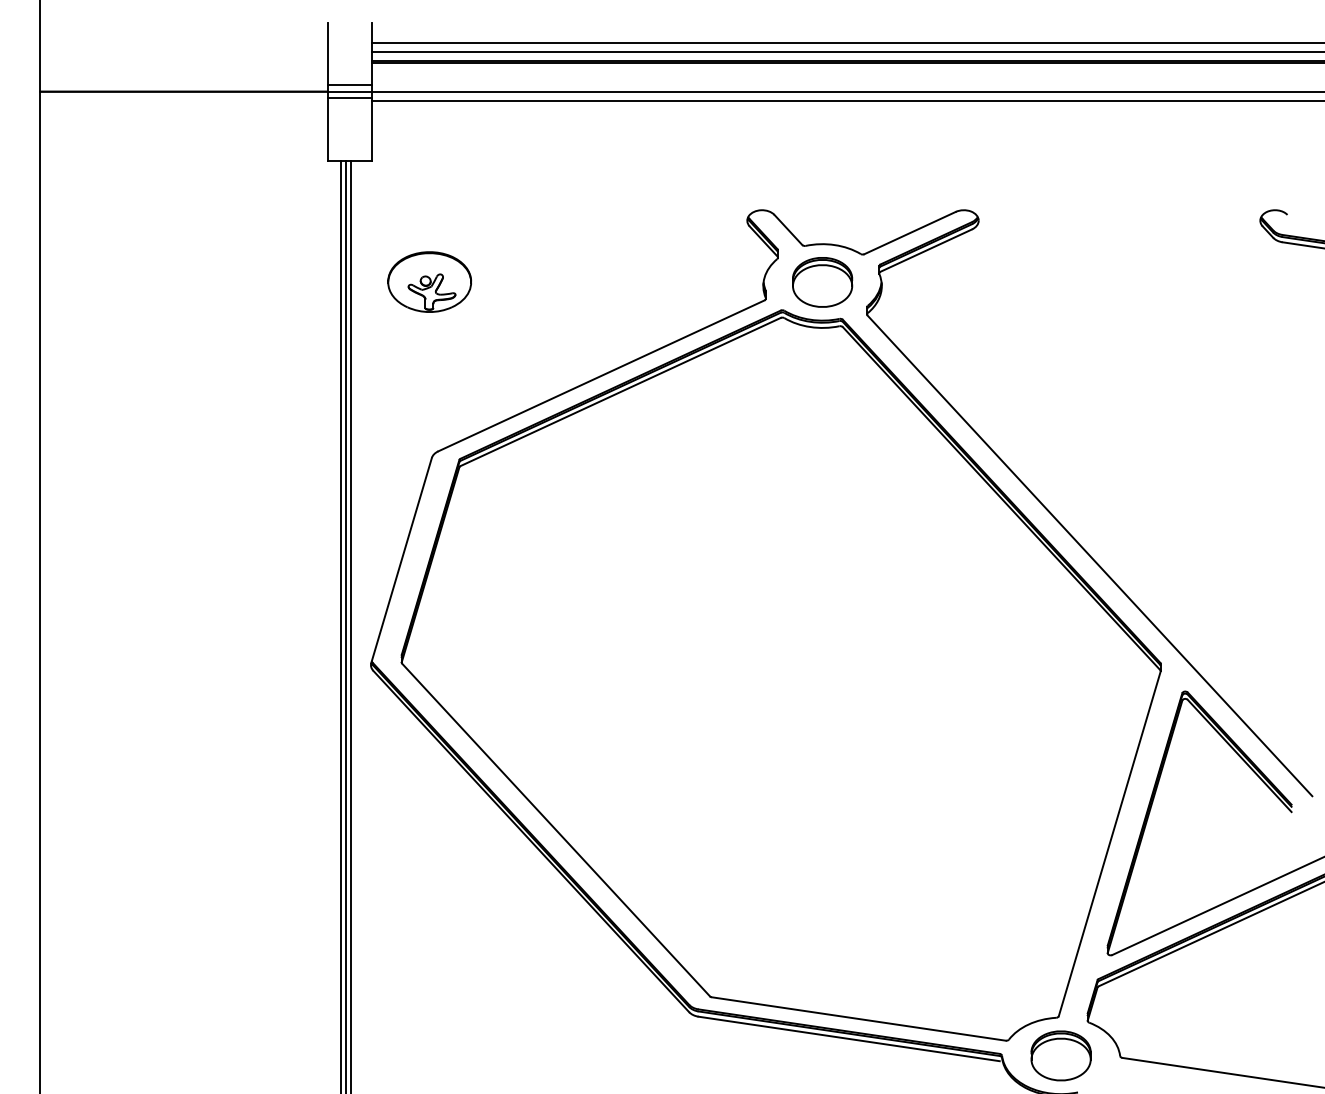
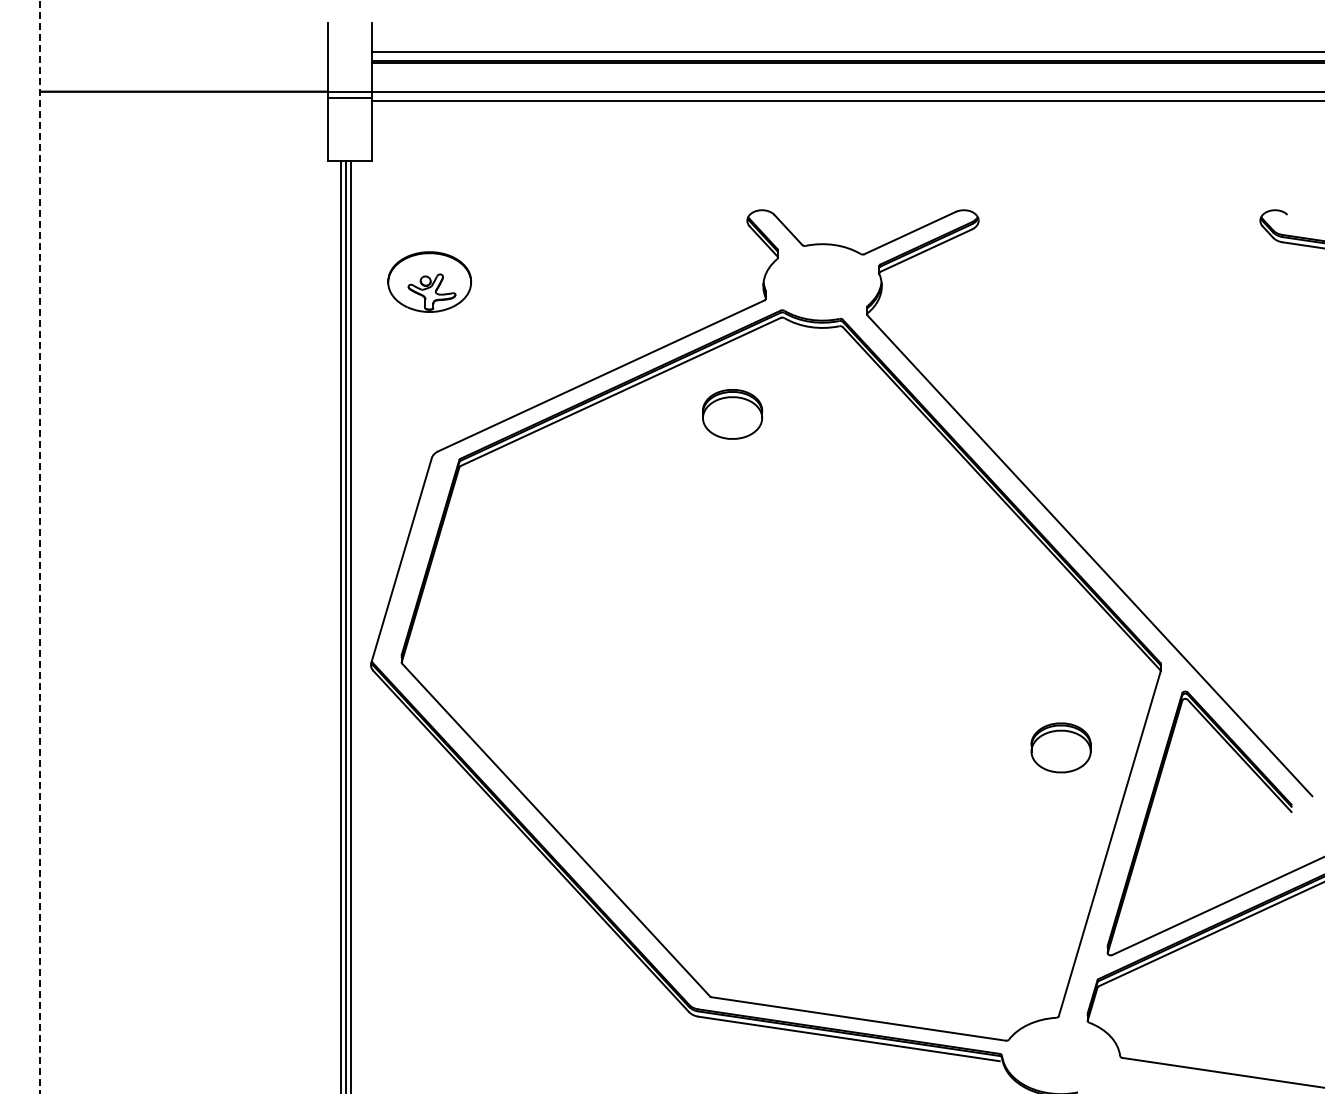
line at (846, 42): present -> none
line at (350, 85): present -> none
part at (822, 282) position: (822, 282) -> (732, 414)
line at (39, 547): solid -> dashed
part at (1060, 1055) position: (1060, 1055) -> (1060, 747)
